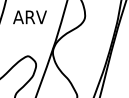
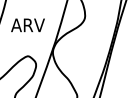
text at (29, 17) position: (29, 17) -> (27, 25)
